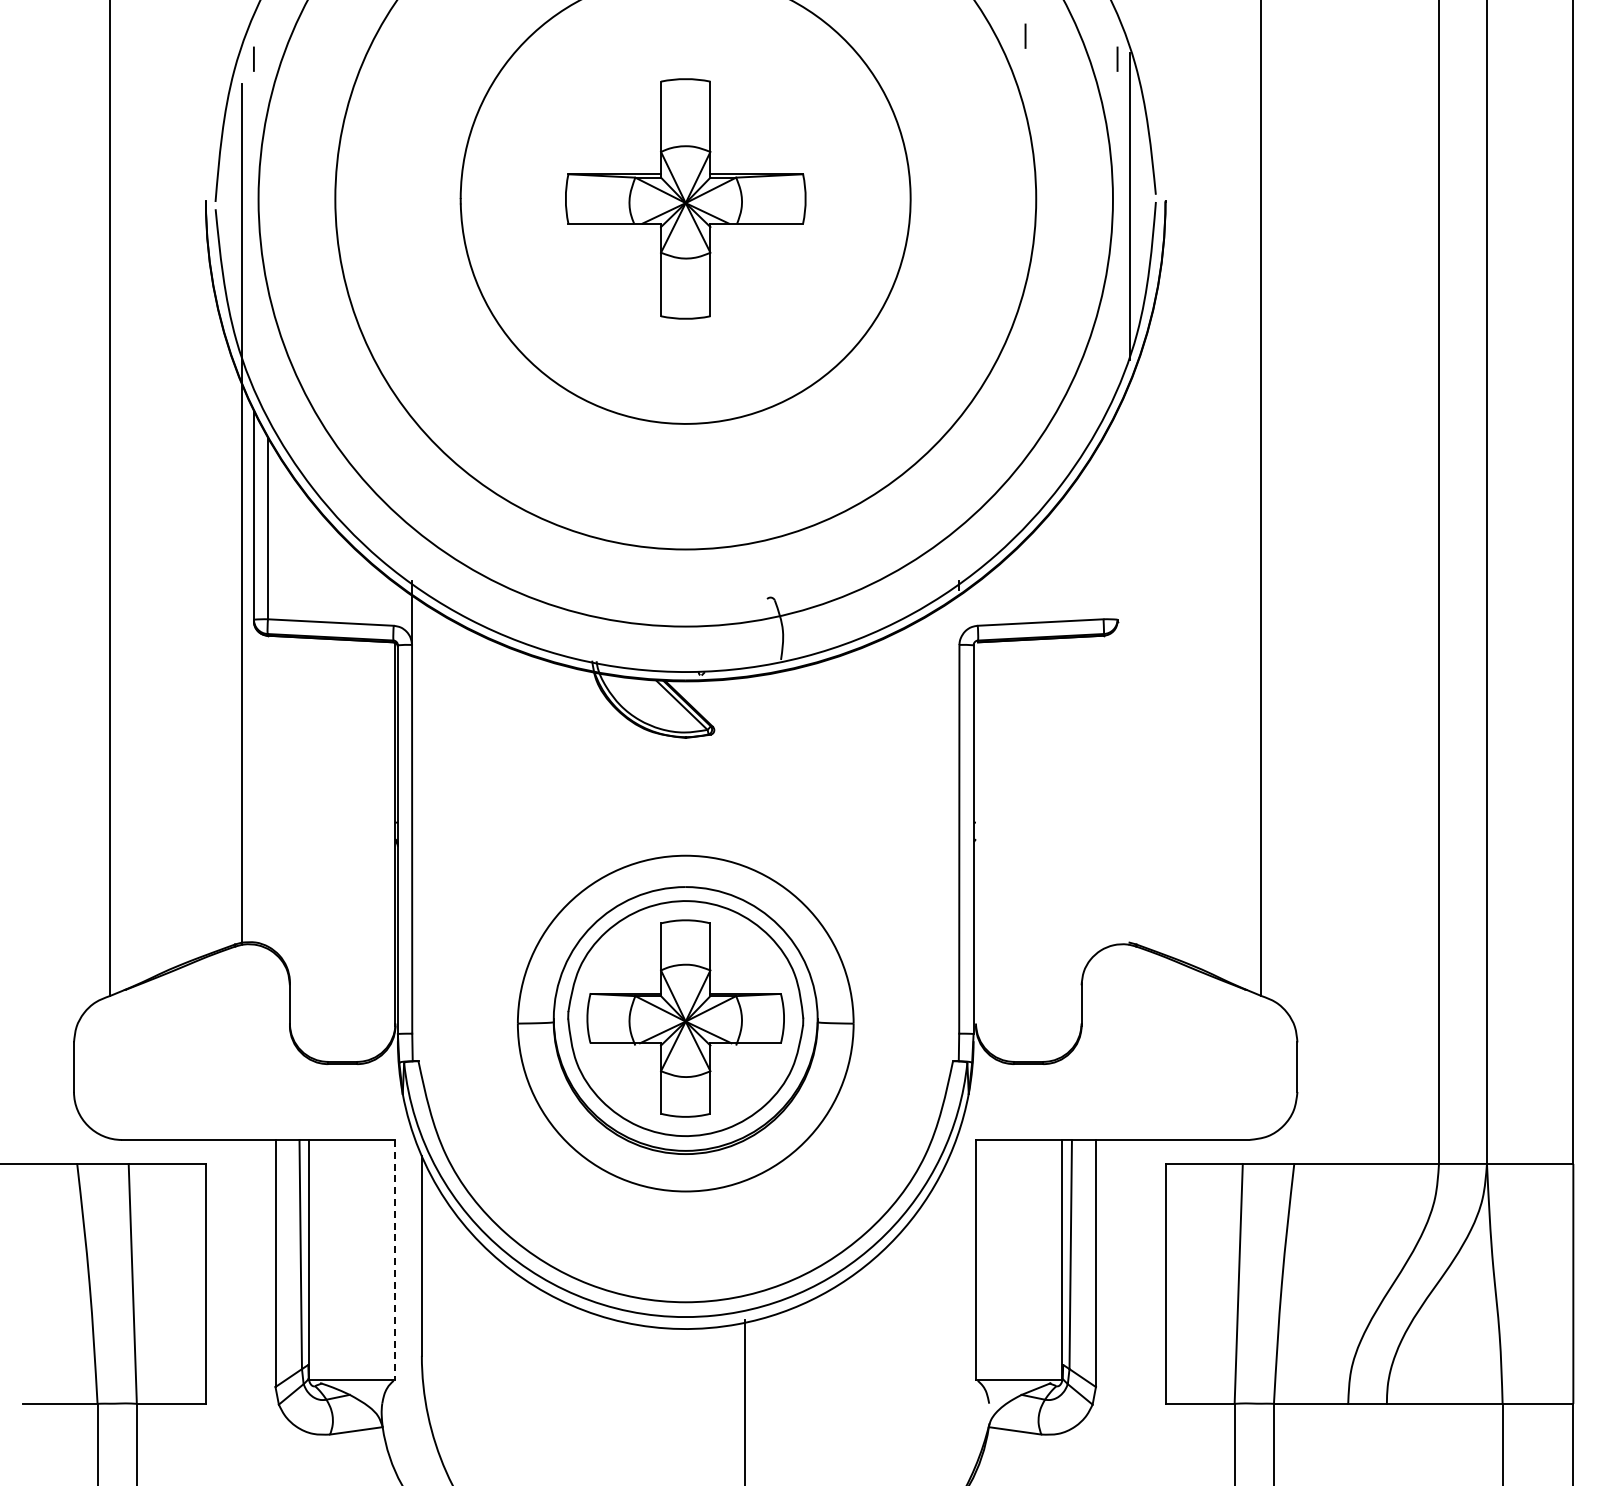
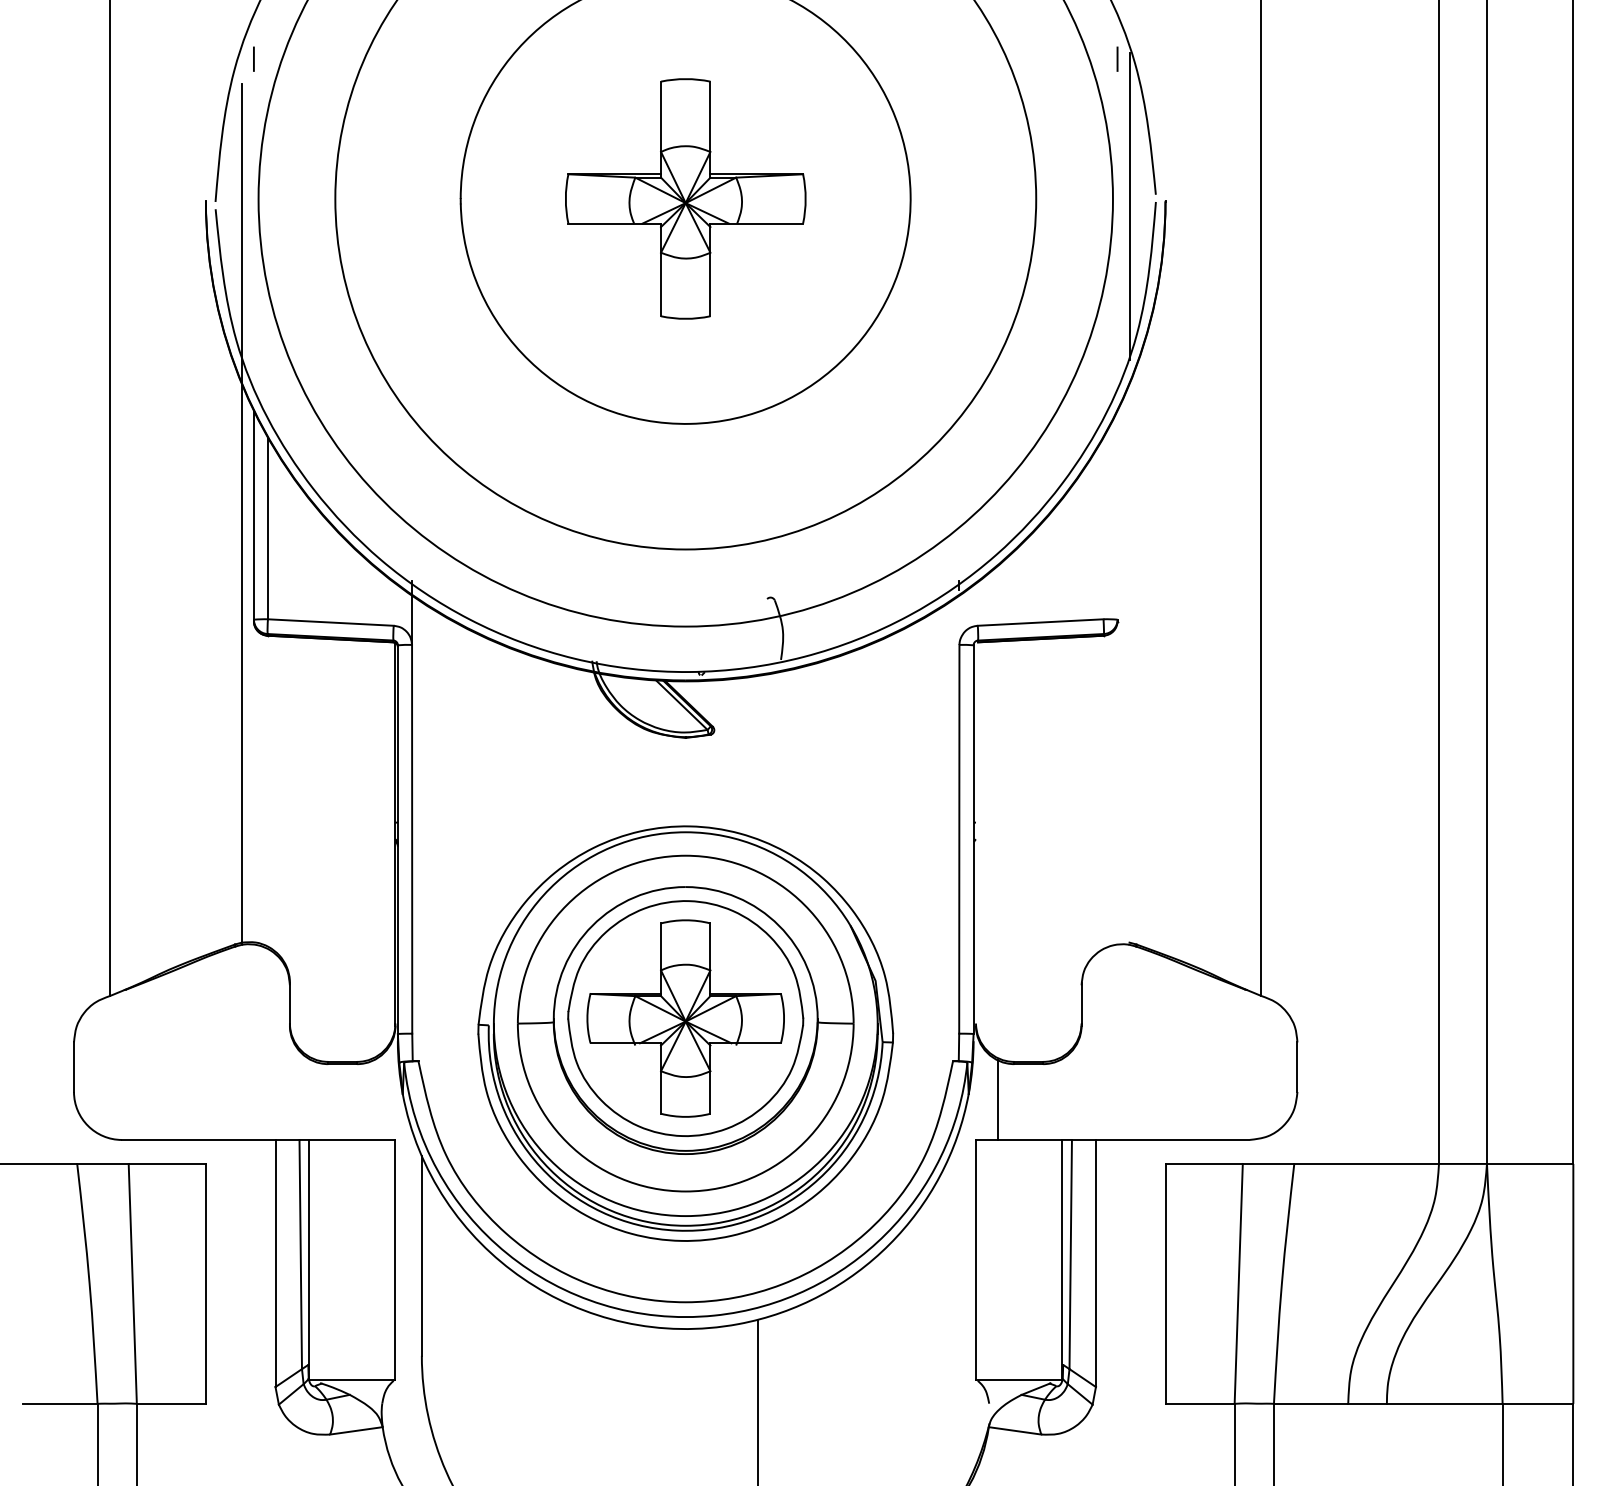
line at (1025, 35): present -> none
part at (685, 1033): none -> present
line at (997, 1099): none -> present
line at (395, 1259): dashed -> solid
line at (744, 1400) position: (744, 1400) -> (757, 1400)
